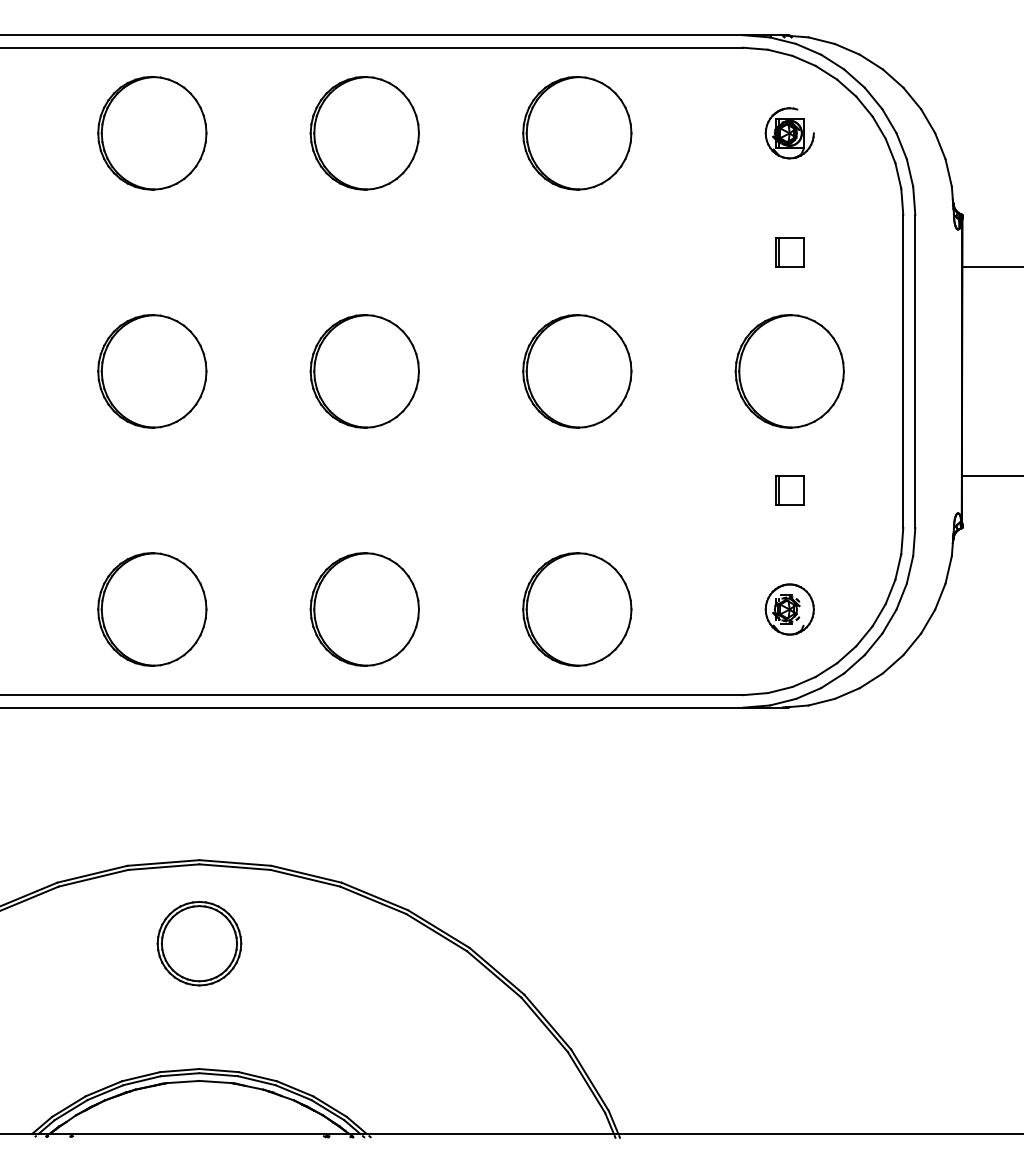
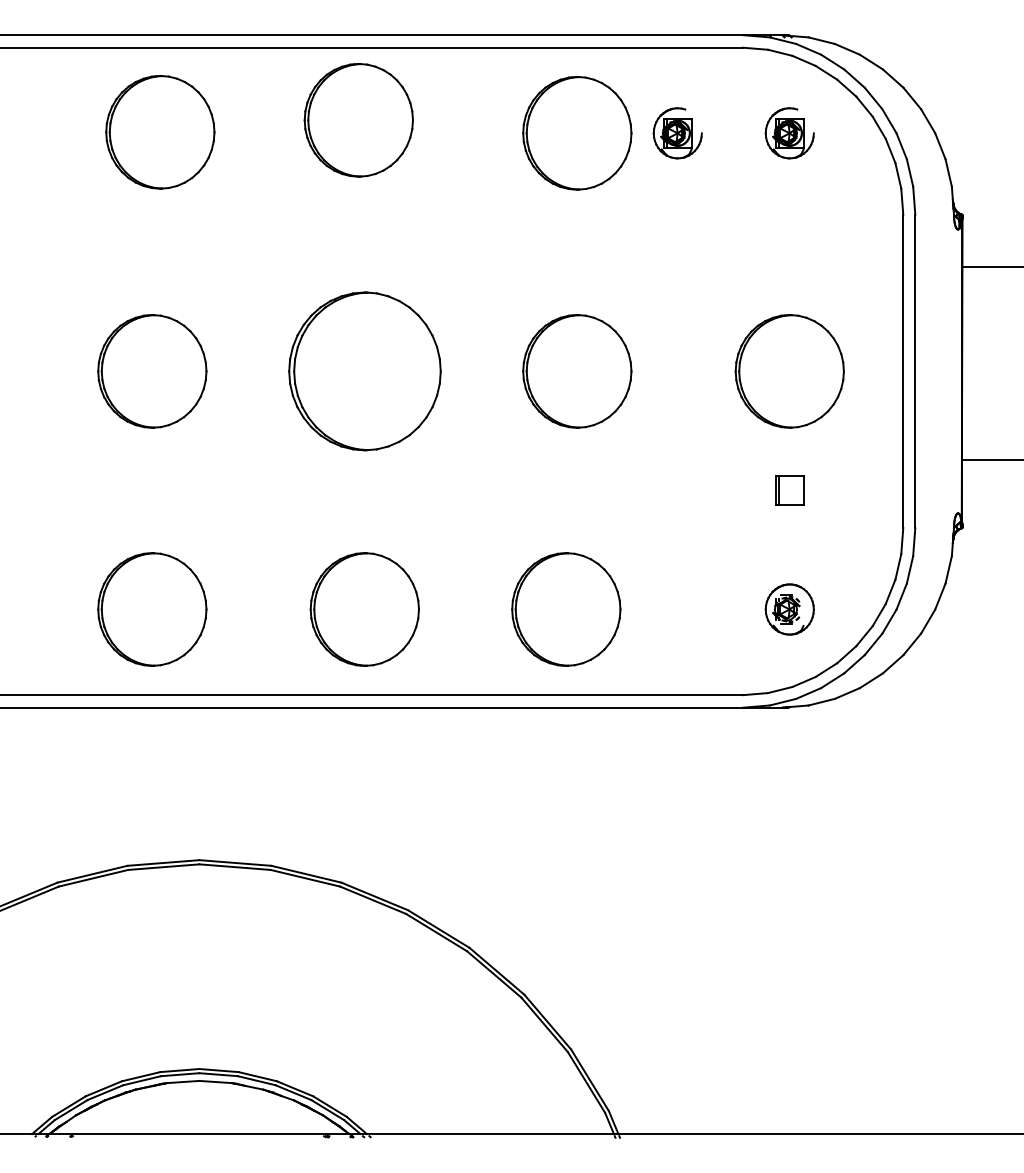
part at (152, 133) position: (152, 133) -> (160, 132)
part at (364, 133) position: (364, 133) -> (358, 120)
part at (677, 133): none -> present
part at (789, 252): present -> none
part at (364, 371) size: 111x115 px -> 154x161 px
line at (991, 475) position: (991, 475) -> (991, 459)
part at (577, 609) position: (577, 609) -> (566, 609)
part at (199, 943): present -> none
